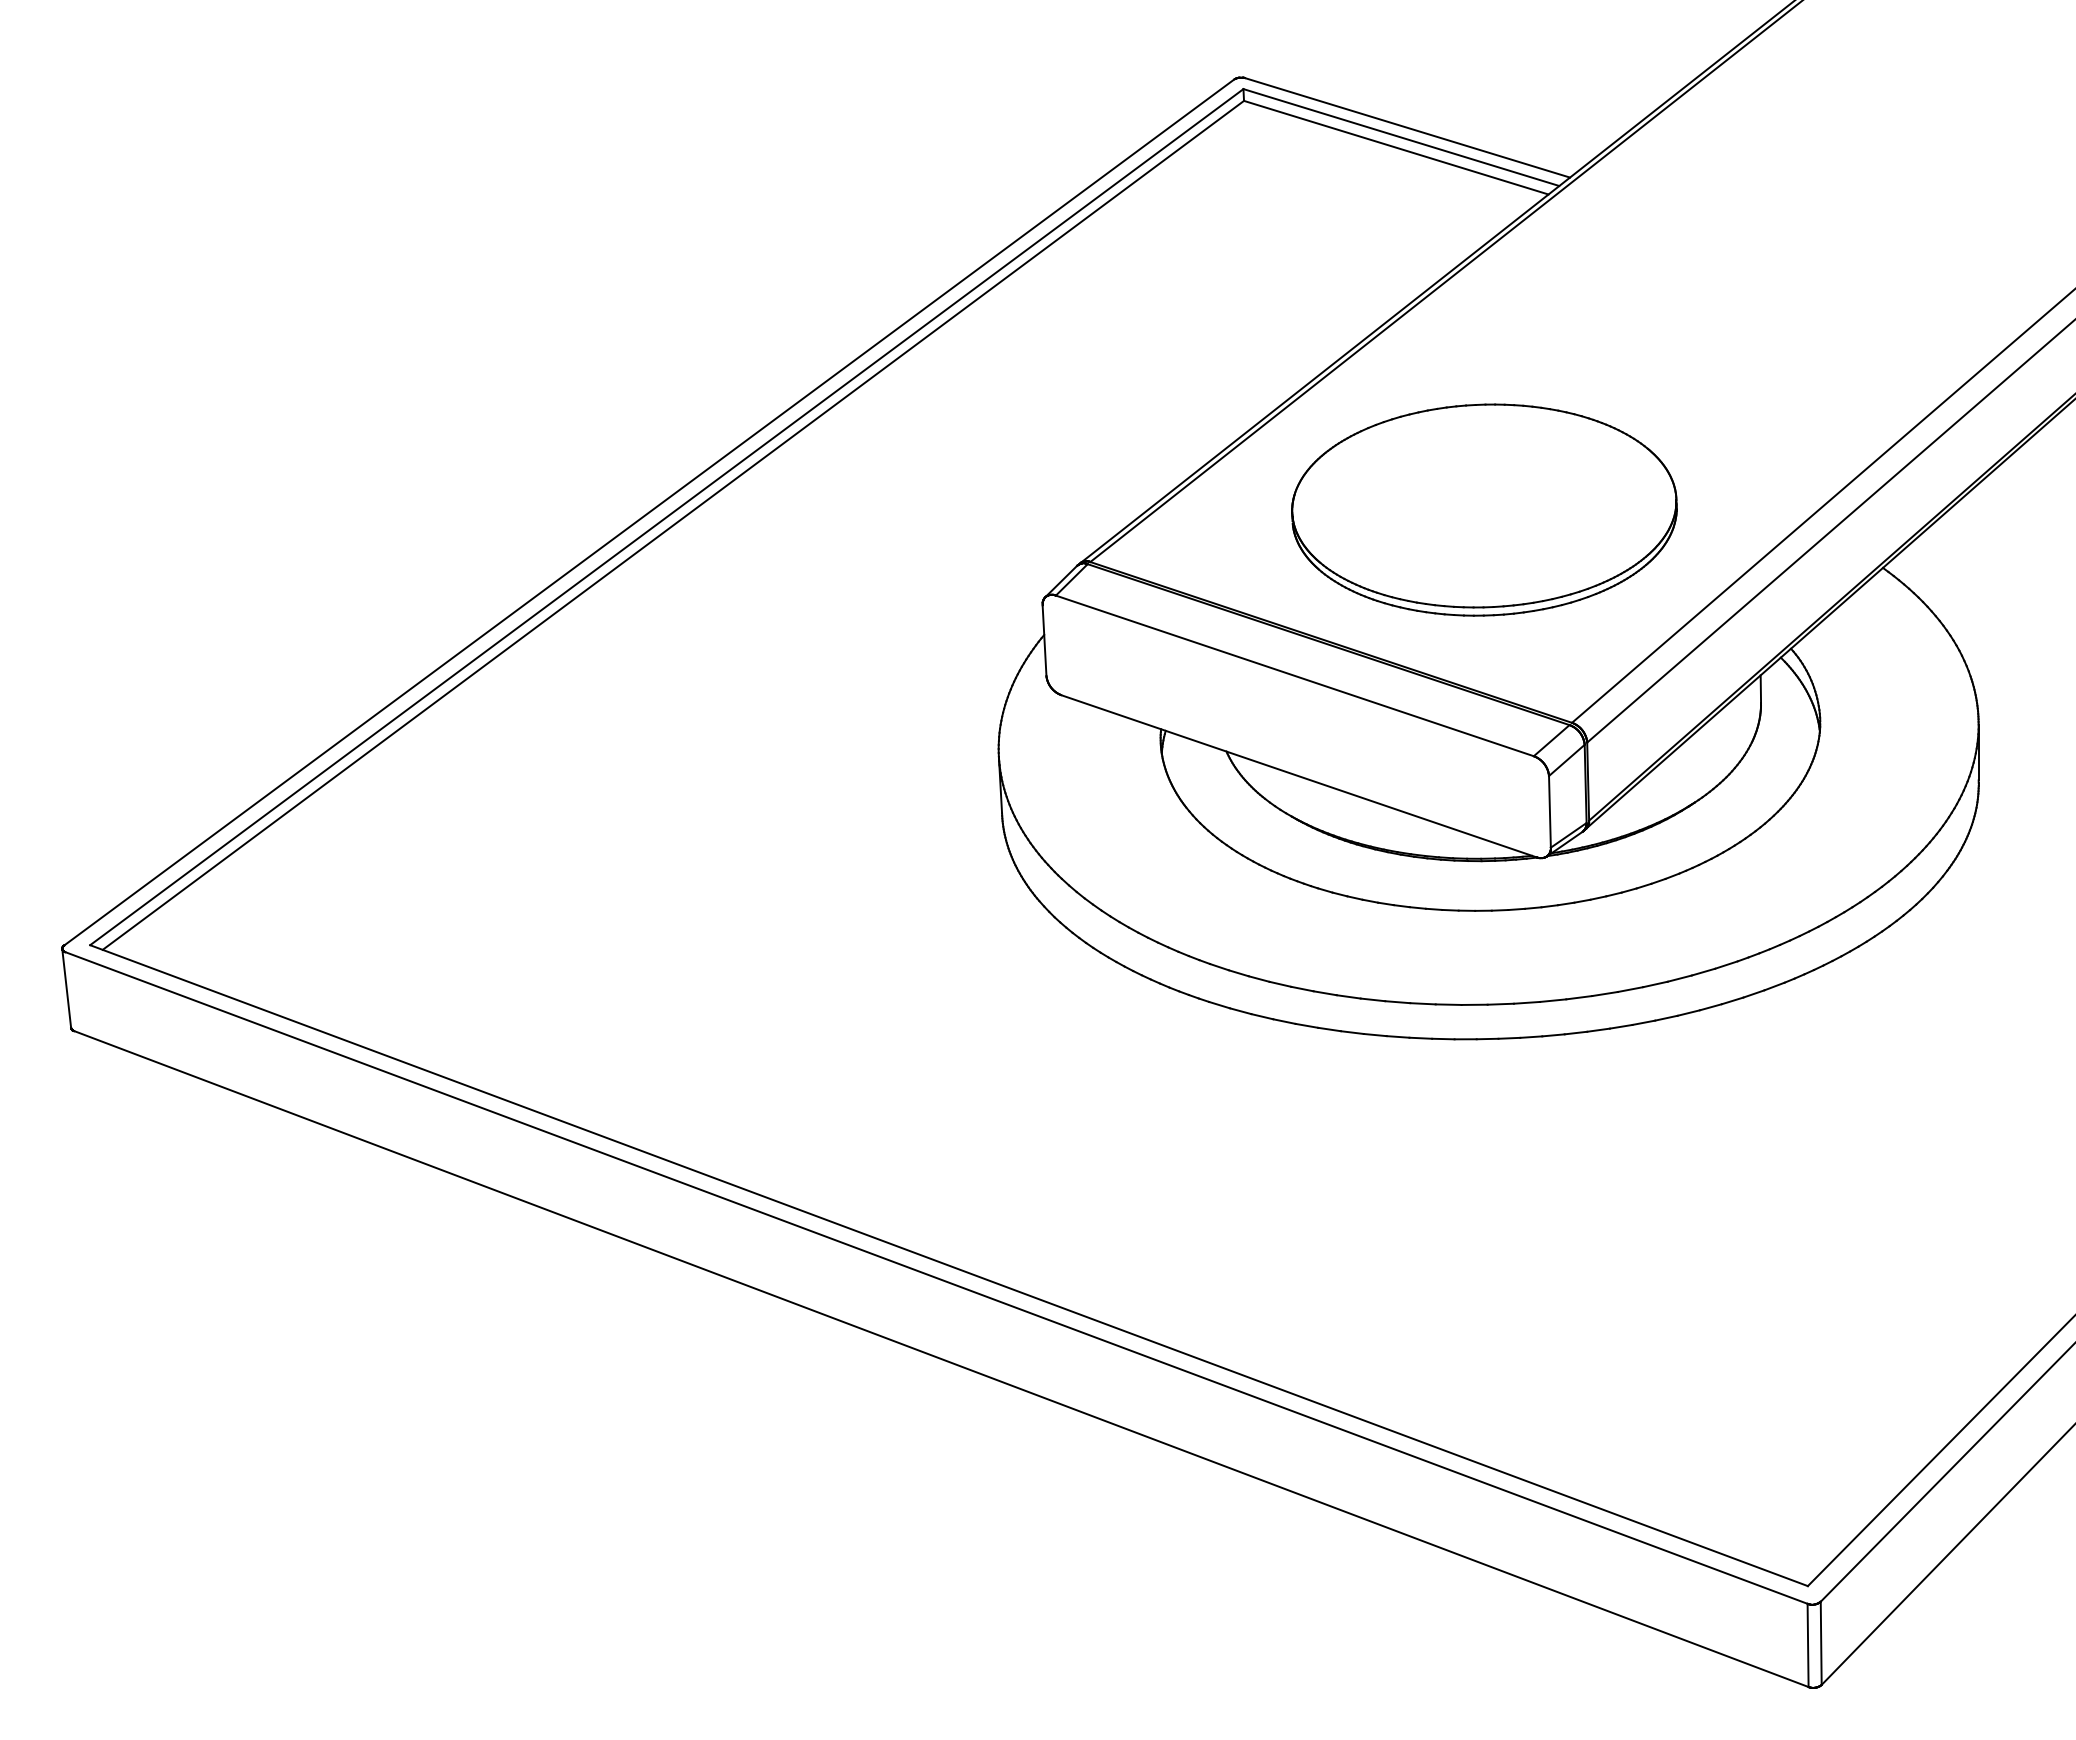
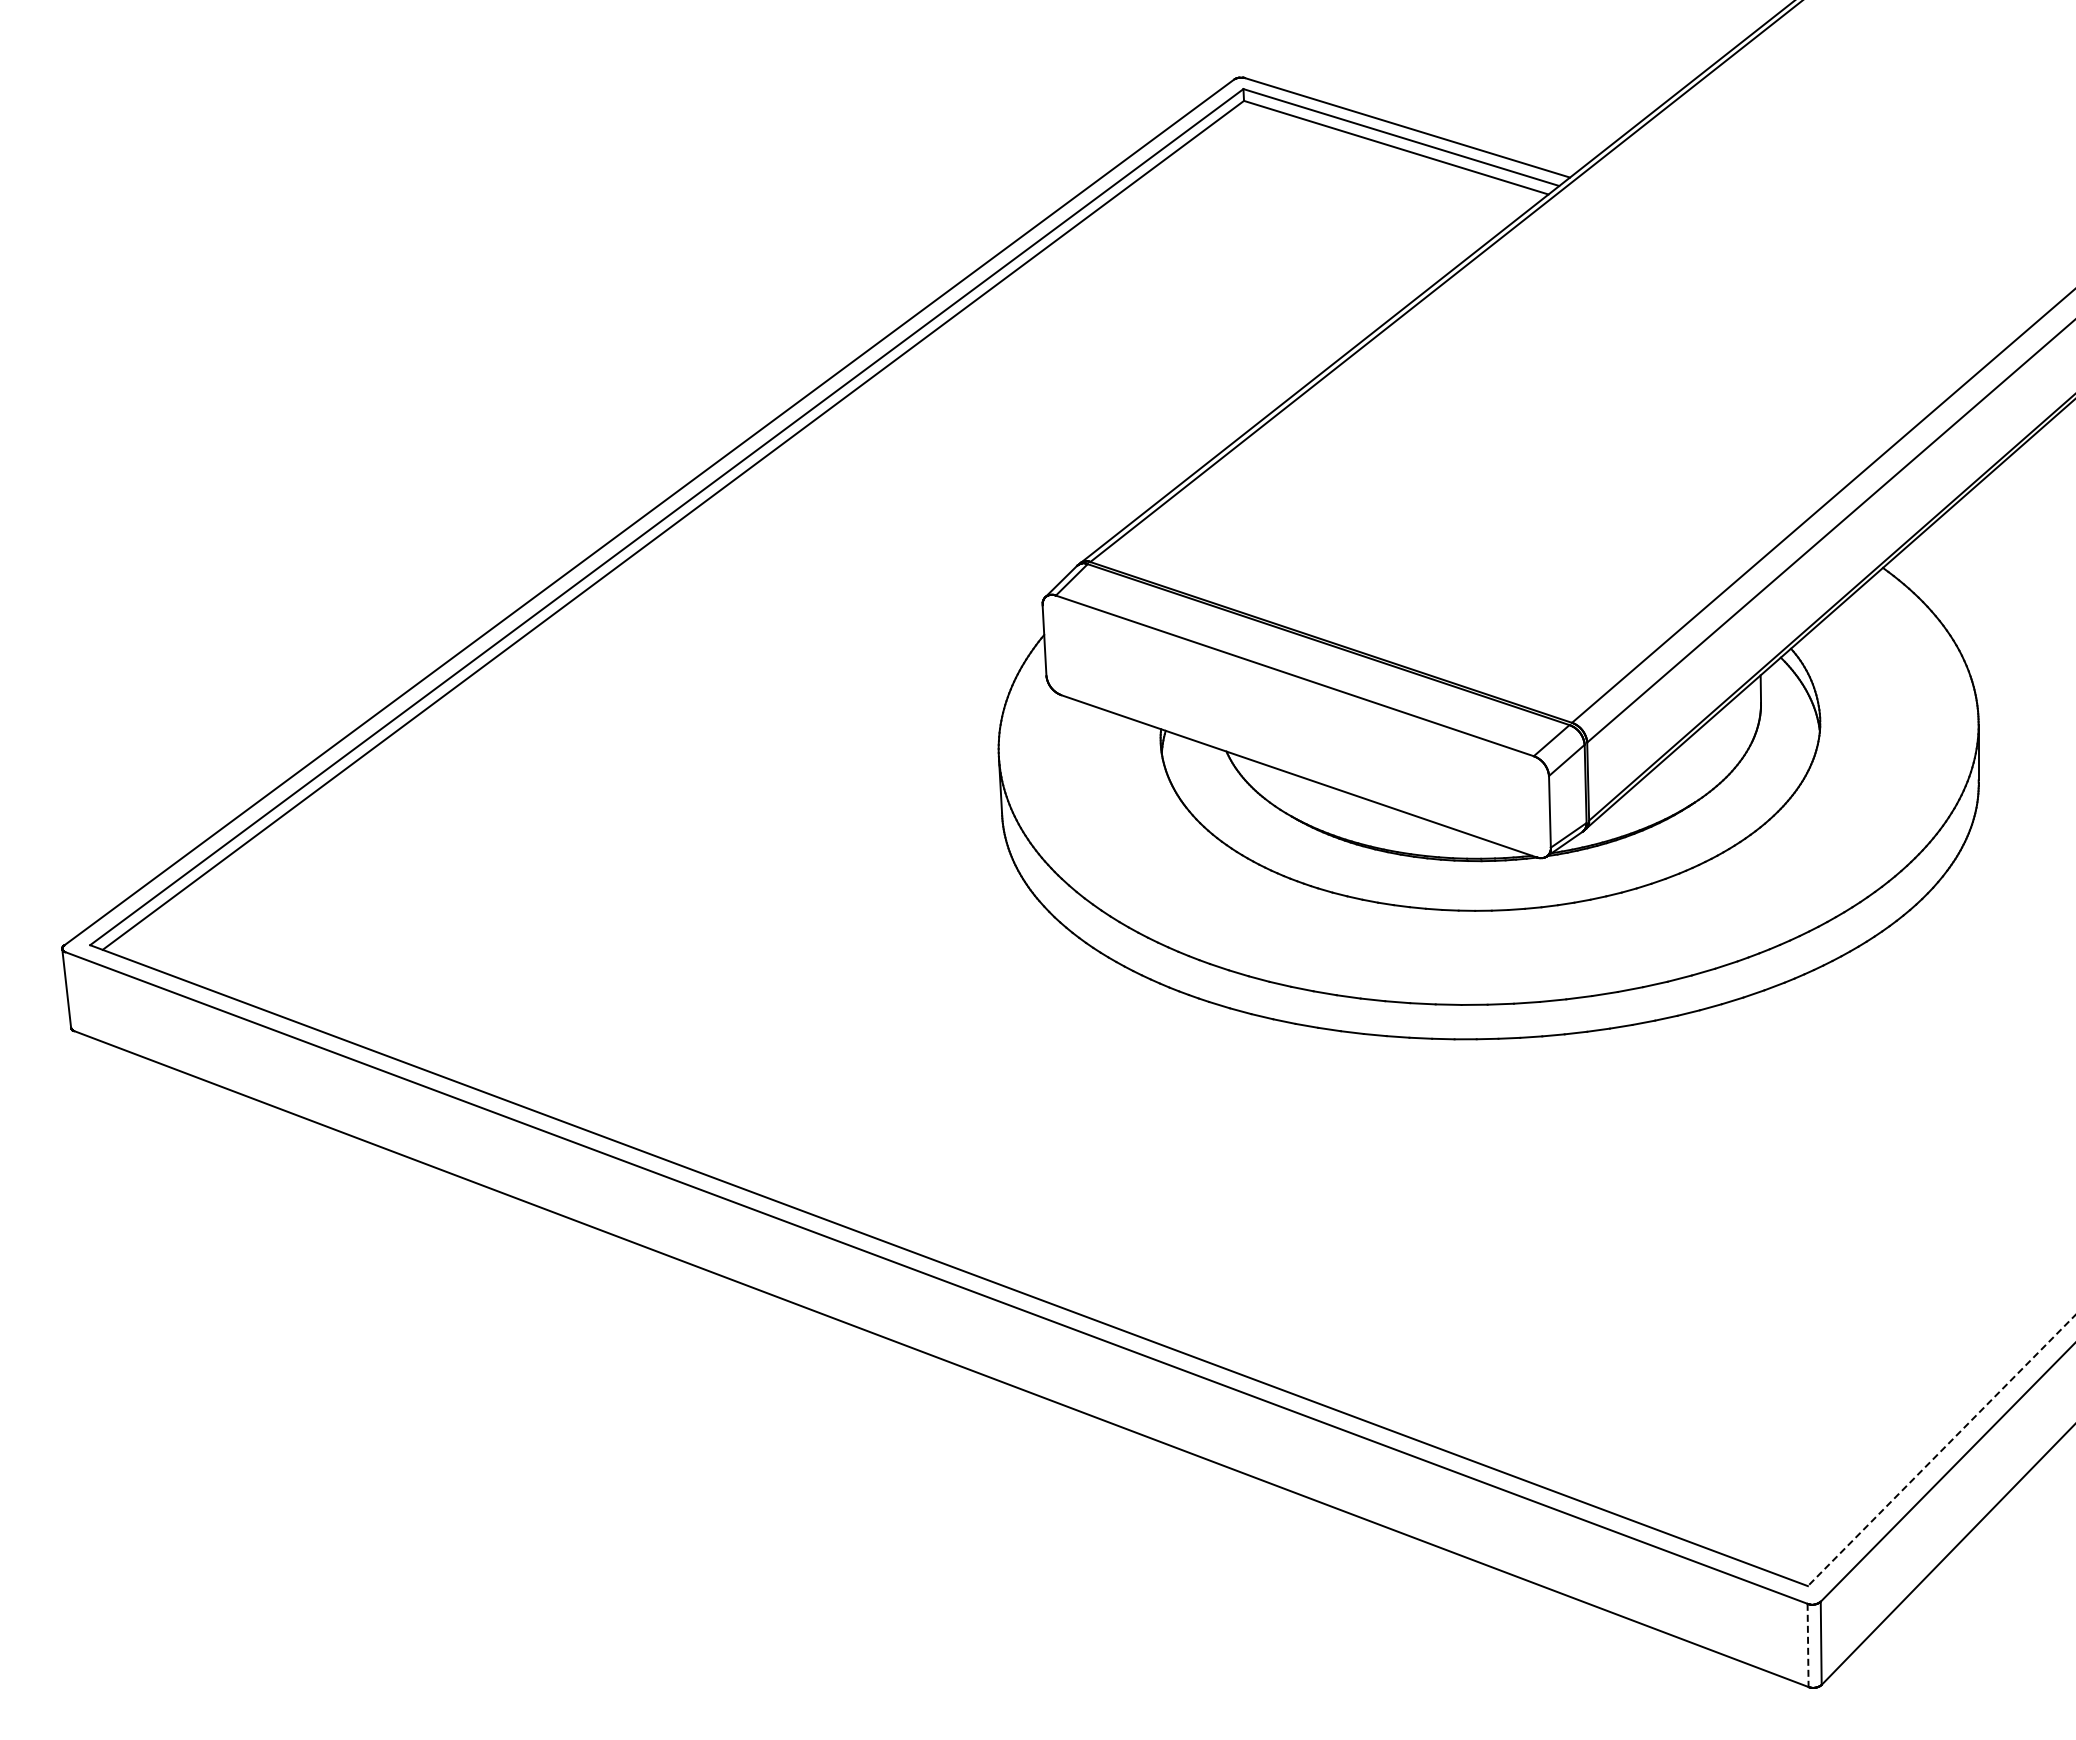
part at (1484, 509): present -> none
line at (1941, 1450): solid -> dashed
line at (1808, 1645): solid -> dashed
